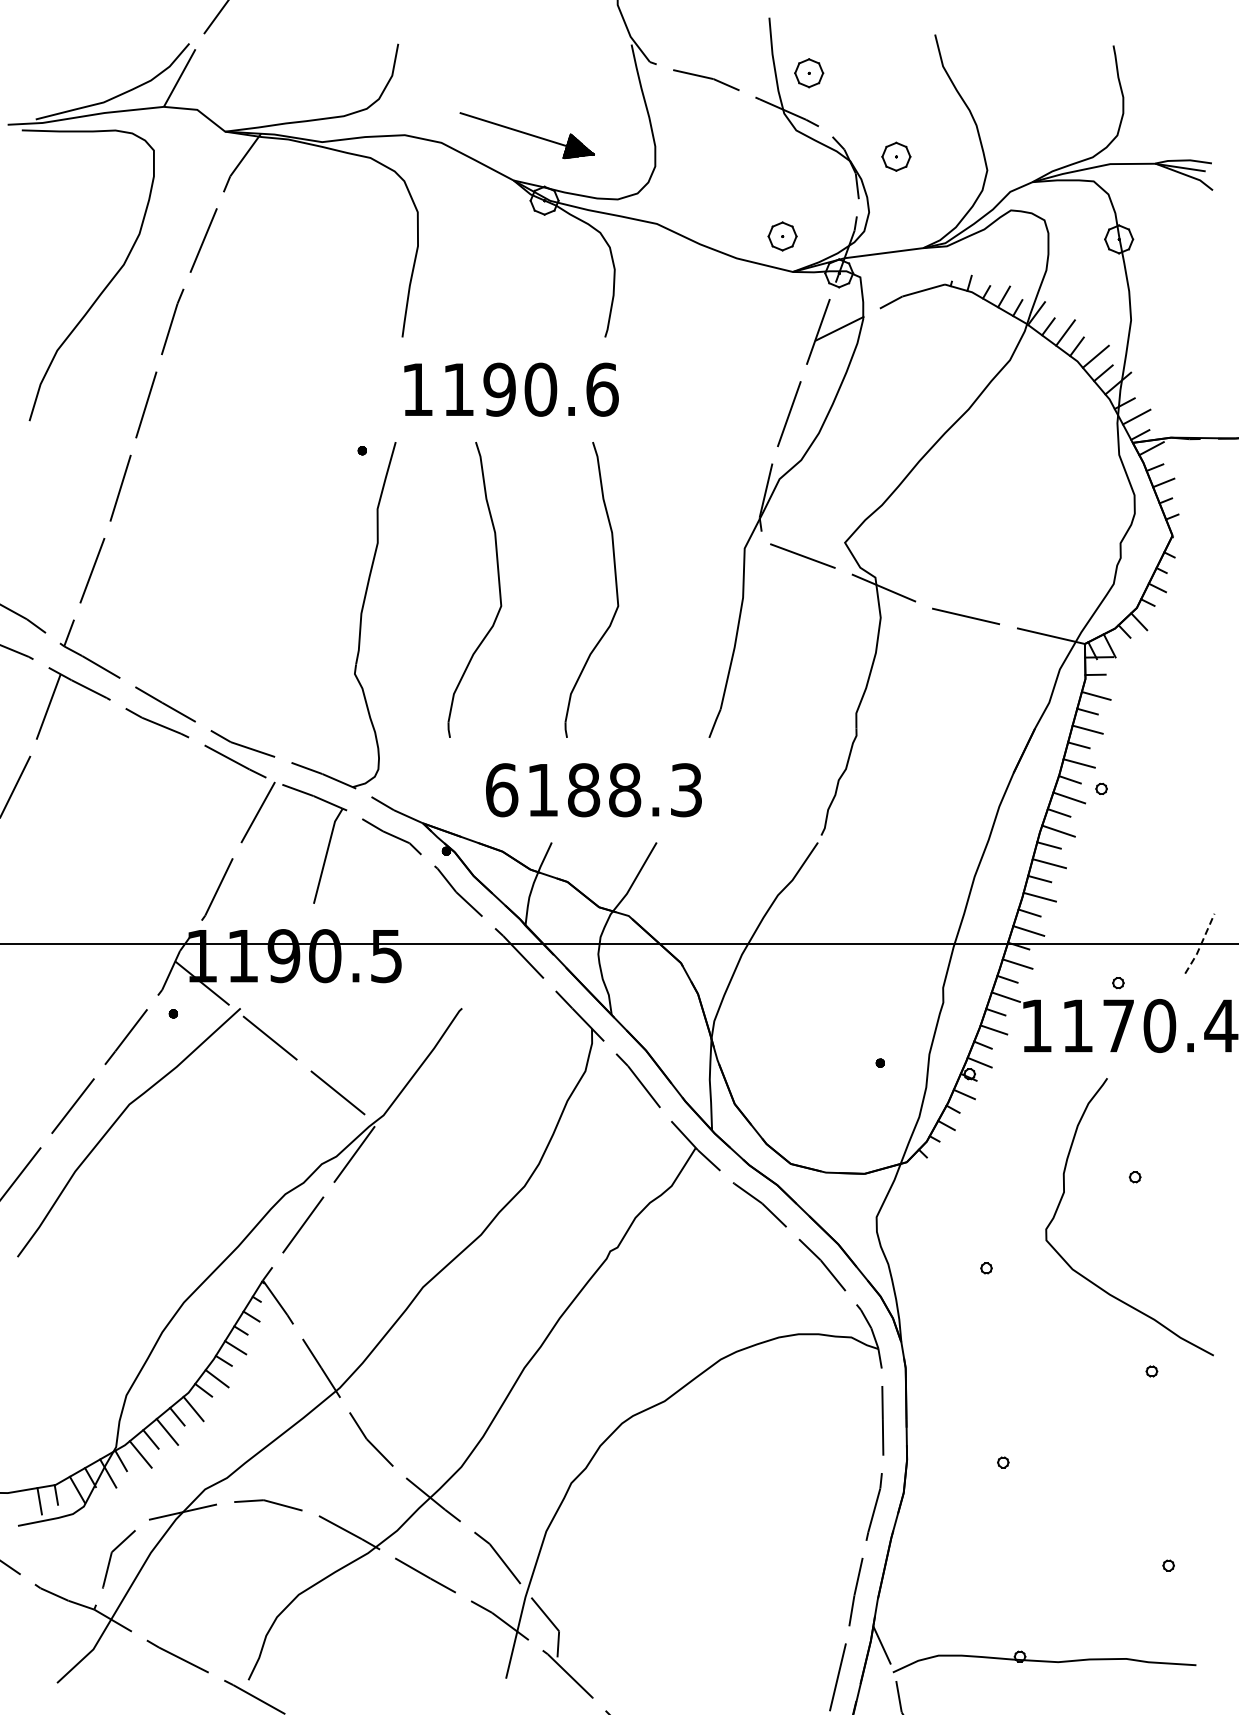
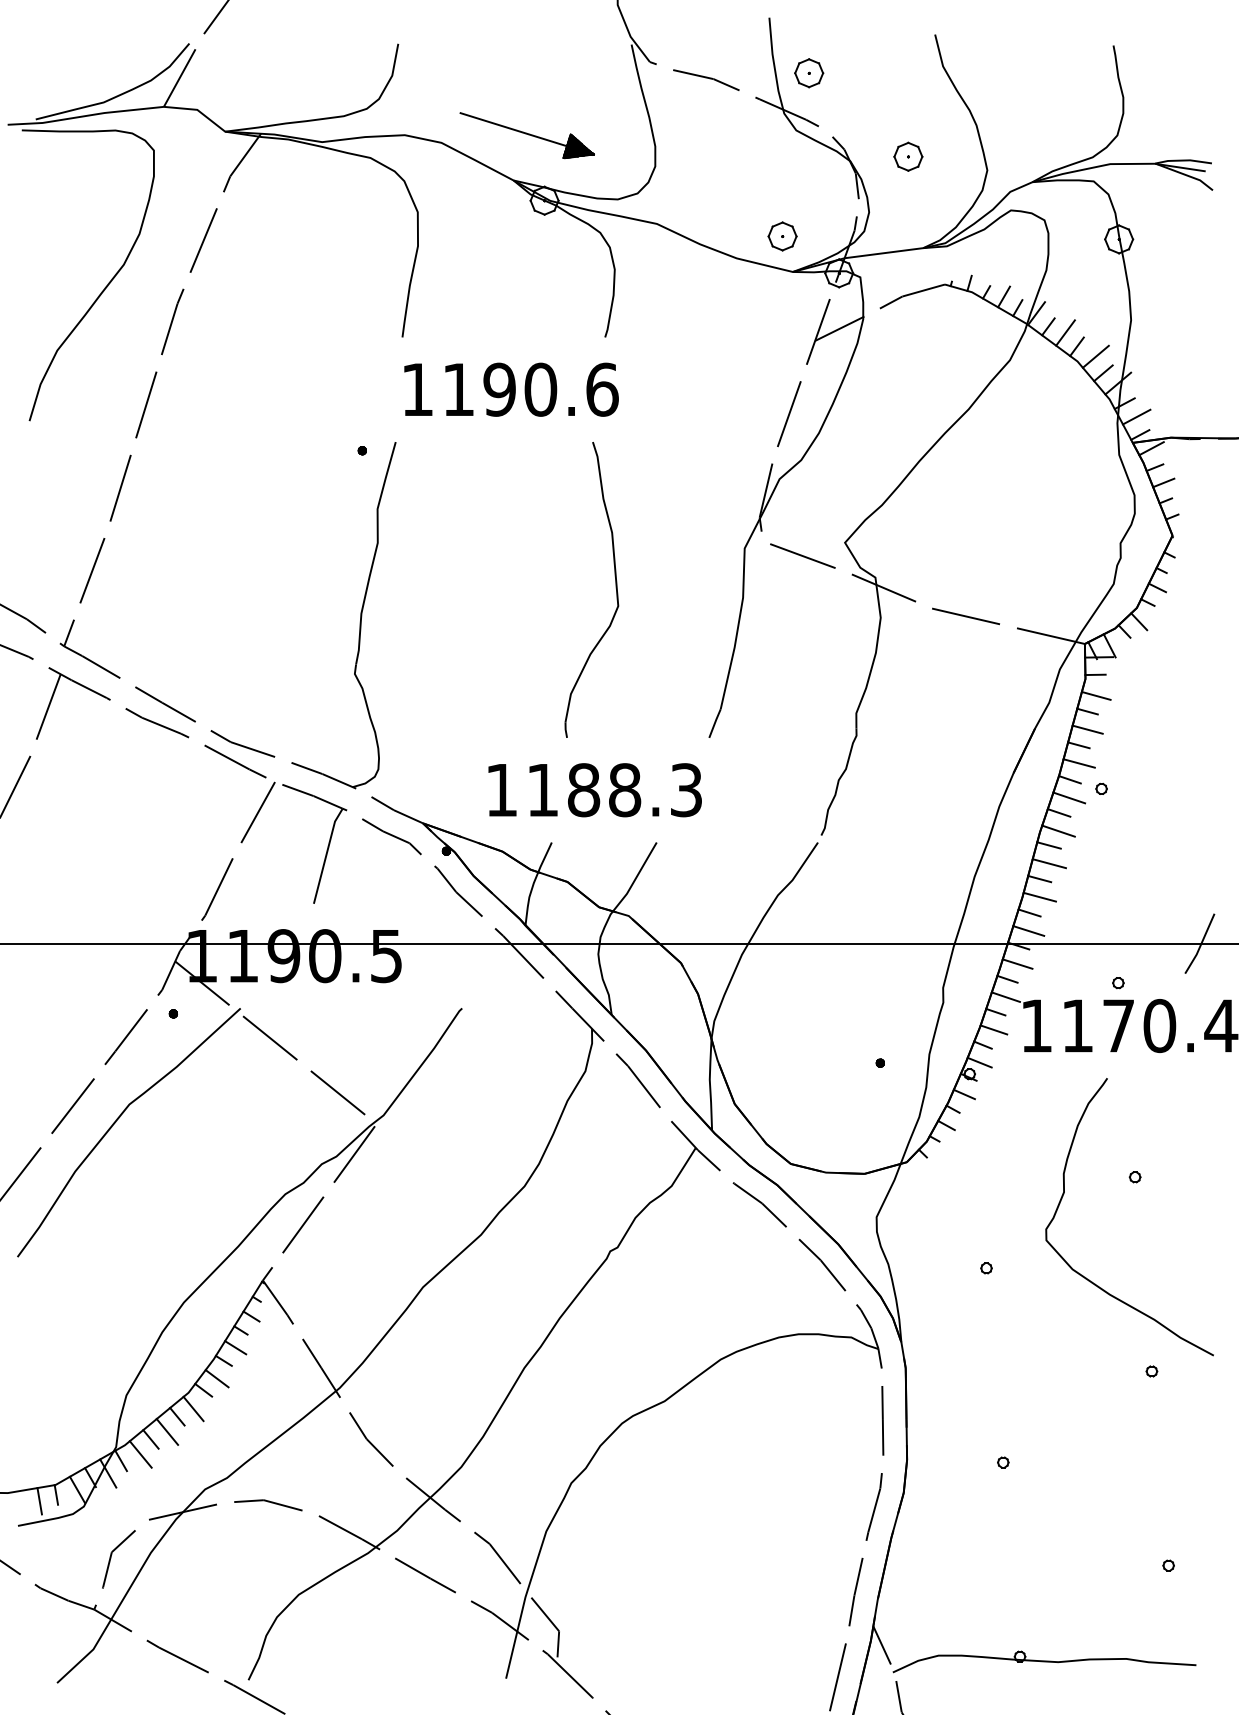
part at (896, 156) position: (896, 156) -> (908, 156)
part at (498, 588): present -> none
text at (502, 790): 6188.3 -> 1188.3
line at (1201, 944): dashed -> solid
